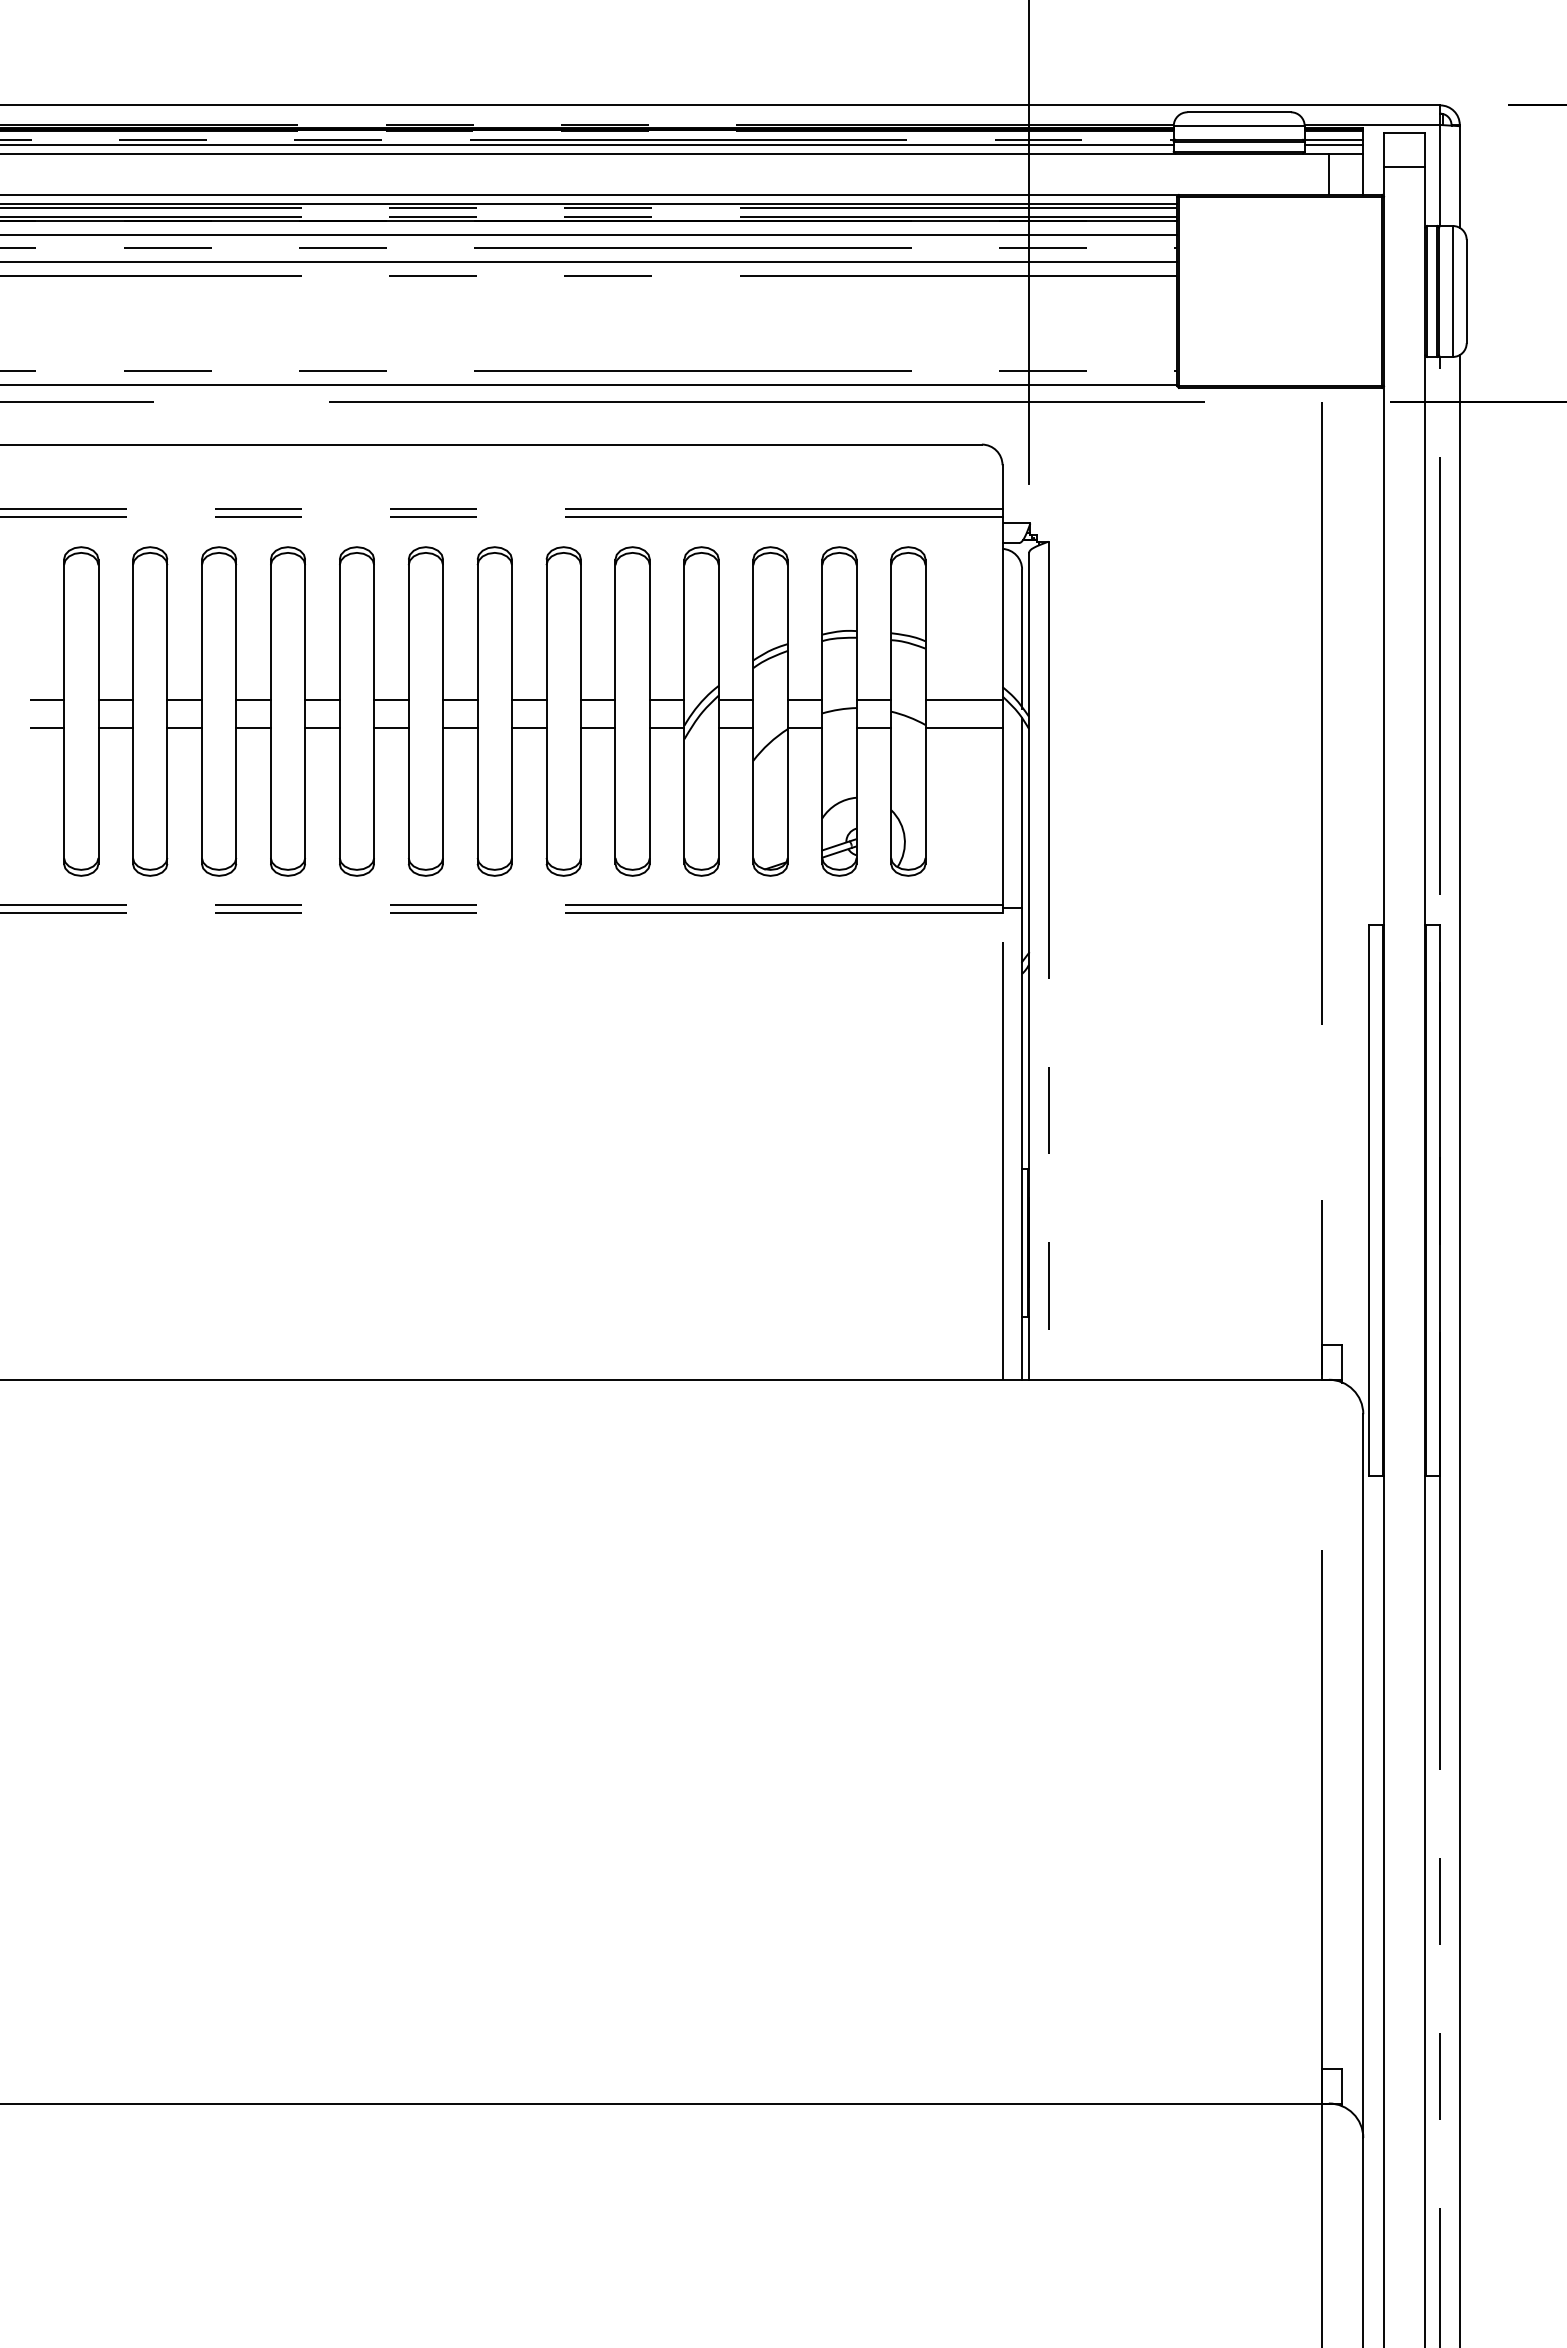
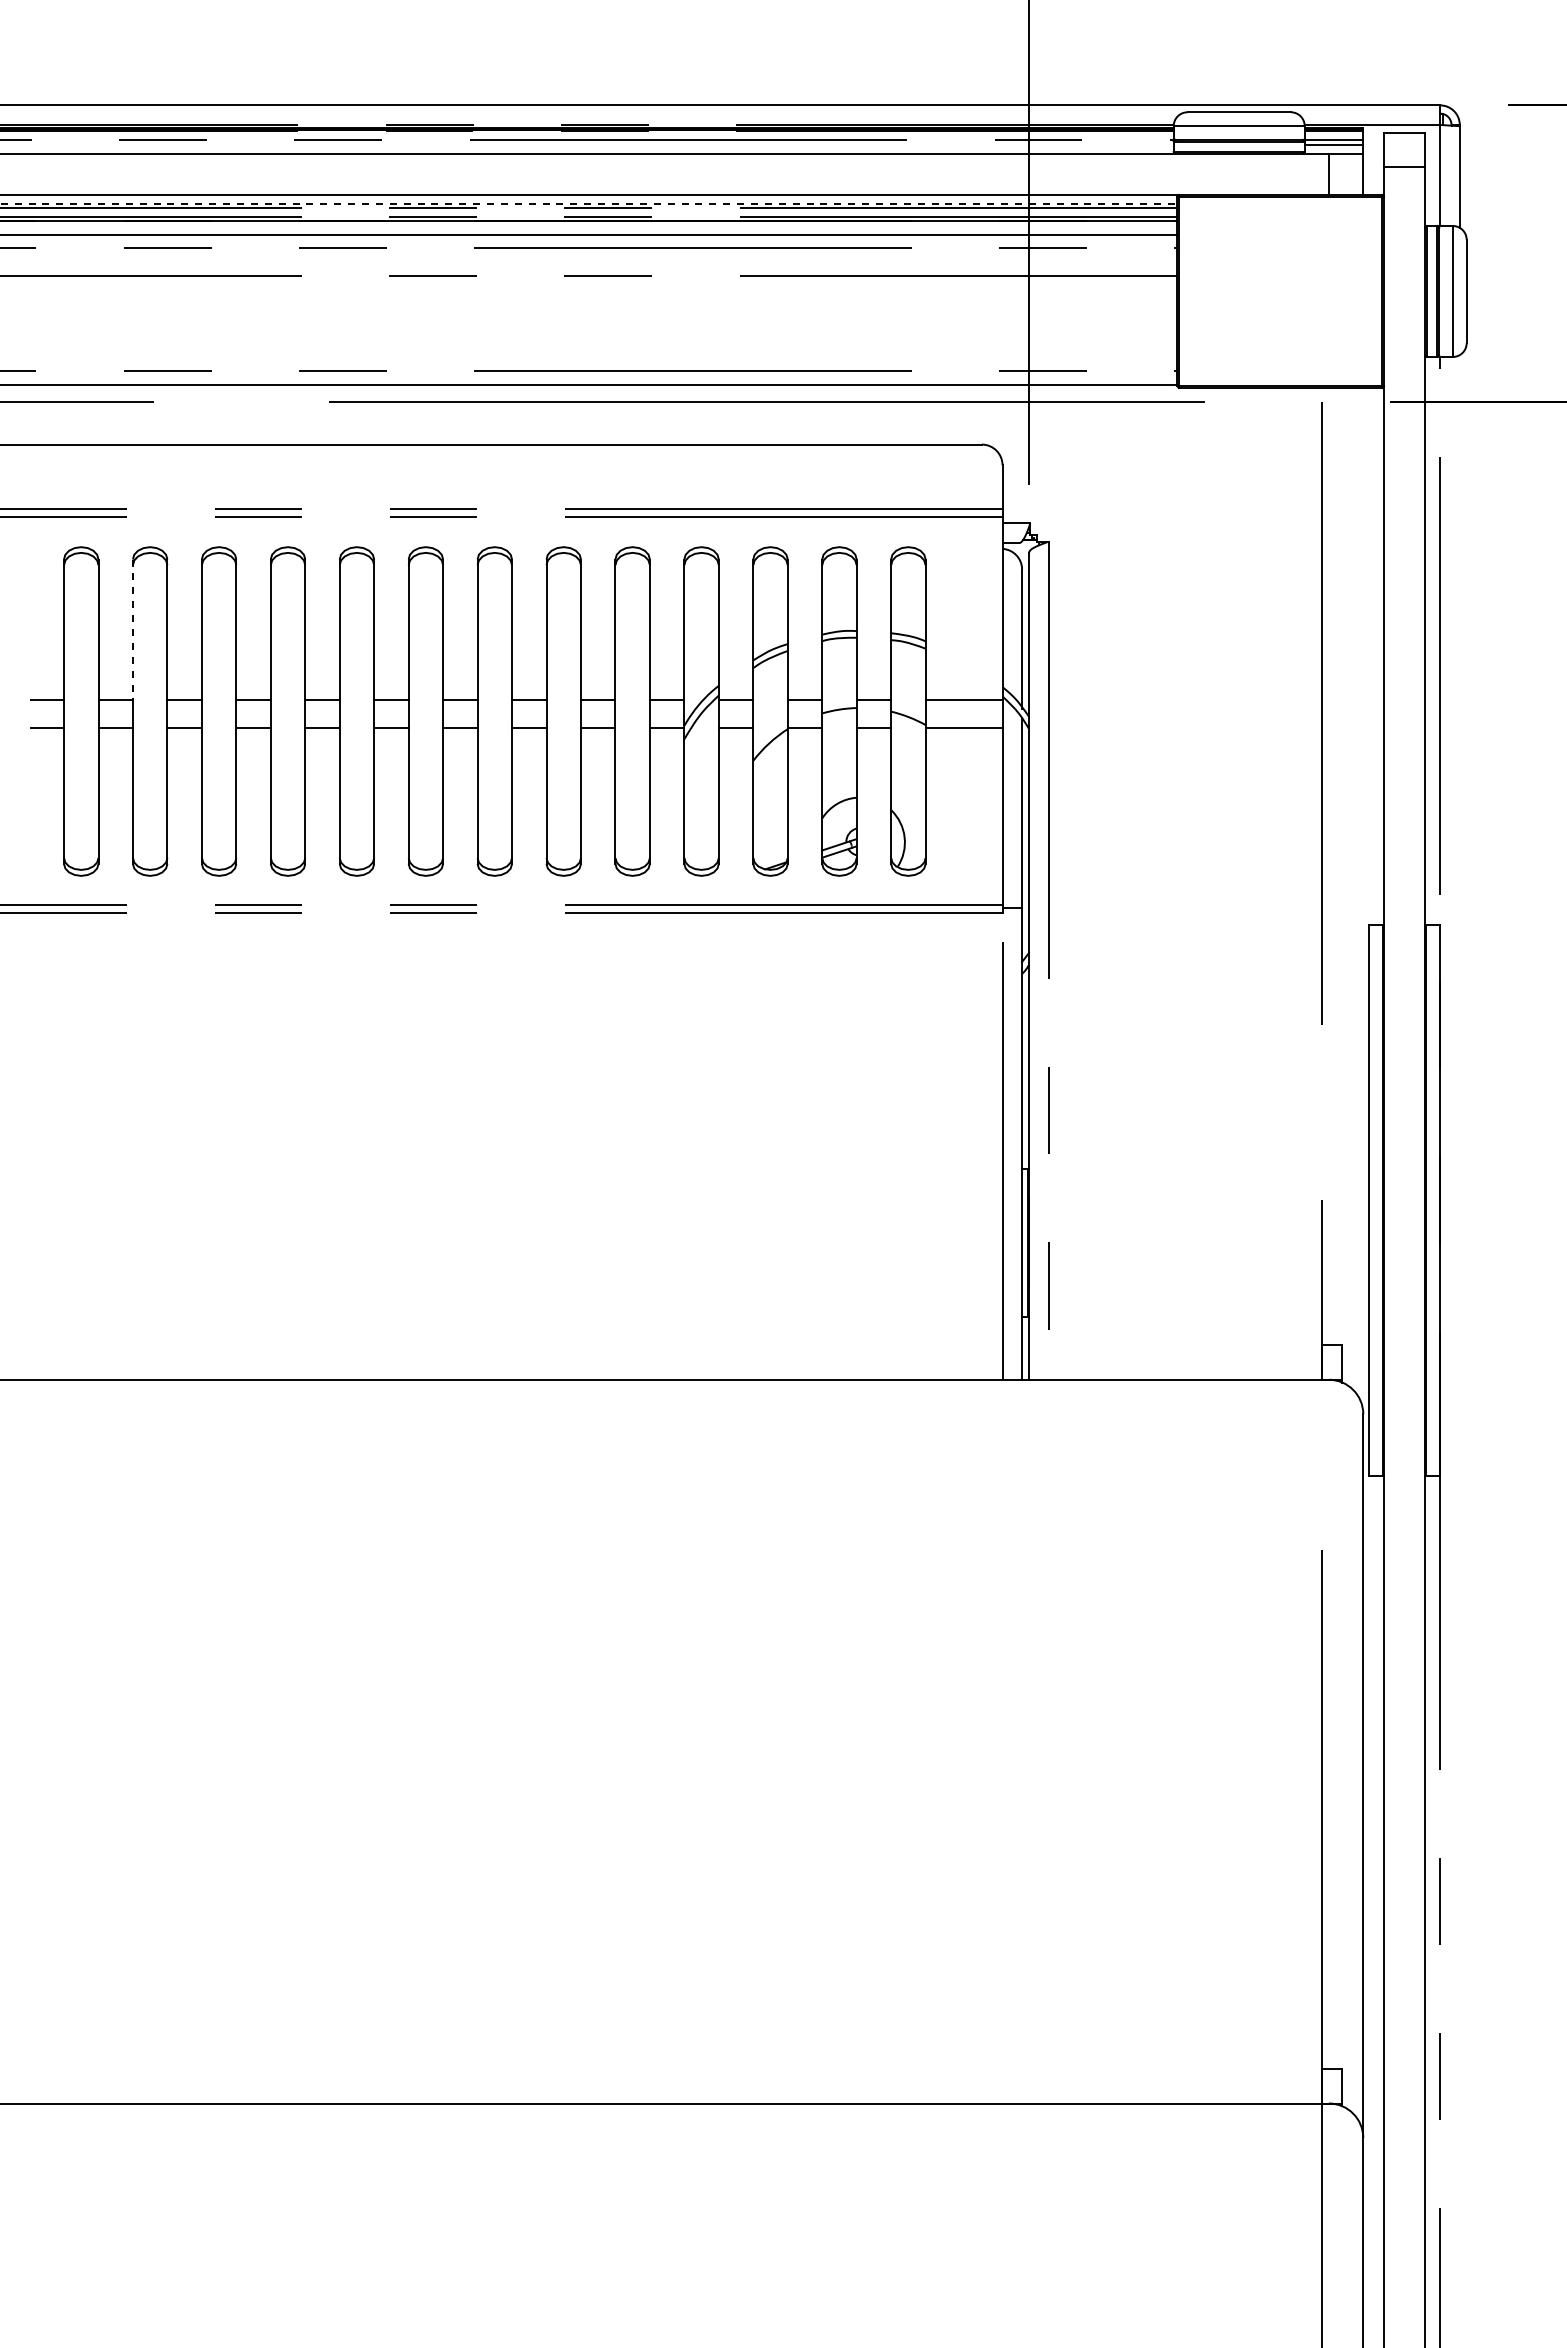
line at (587, 145): present -> none
line at (588, 203): solid -> dashed
line at (589, 262): present -> none
line at (132, 630): solid -> dashed
line at (1459, 1349): present -> none
